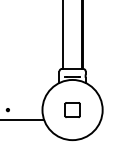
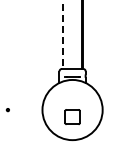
line at (62, 34): solid -> dashed
part at (72, 109) position: (72, 109) -> (72, 116)
line at (23, 120): present -> none
